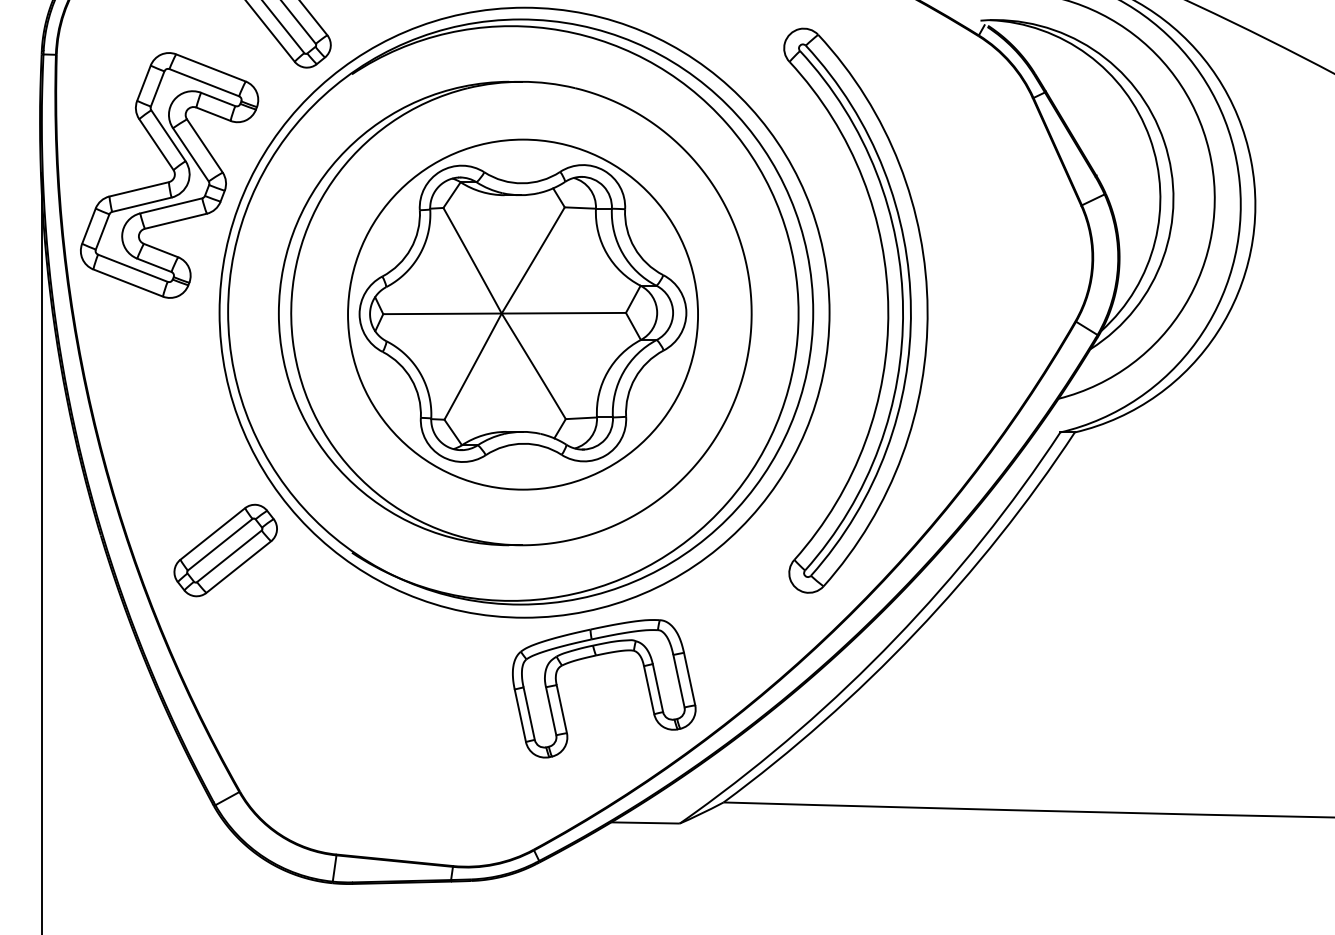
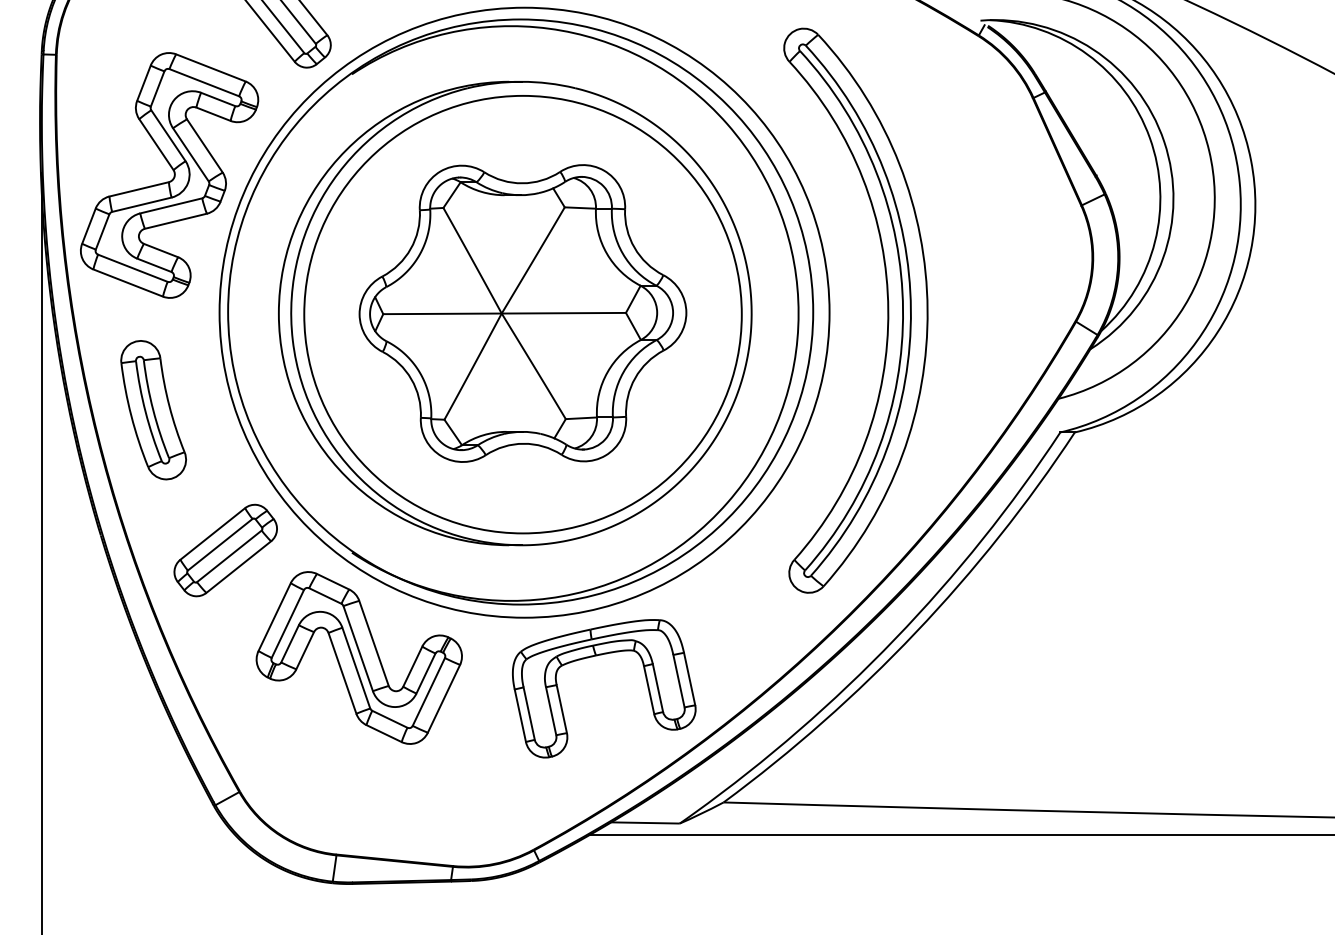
circle at (523, 314) diameter: 350 px -> 438 px
part at (153, 410): none -> present
part at (358, 657): none -> present
line at (960, 835): none -> present
